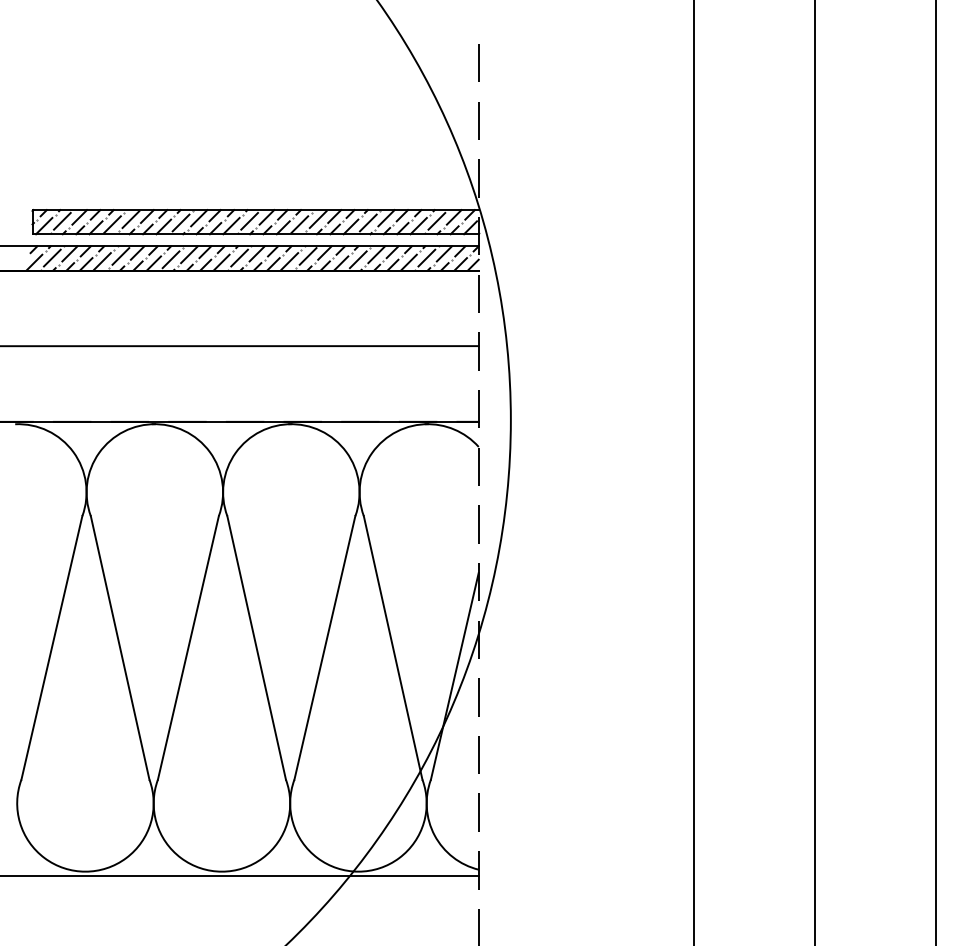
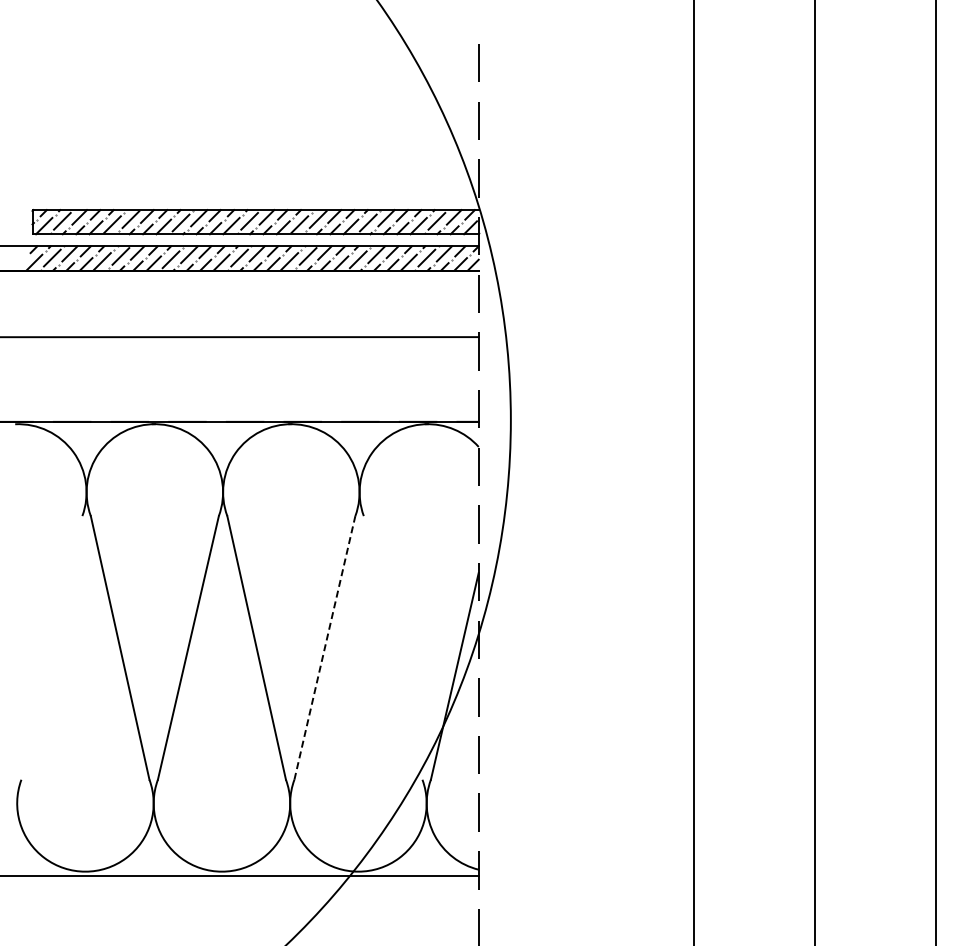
line at (240, 346) position: (240, 346) -> (240, 337)
line at (51, 647): present -> none
line at (325, 647): solid -> dashed
line at (392, 647): present -> none
